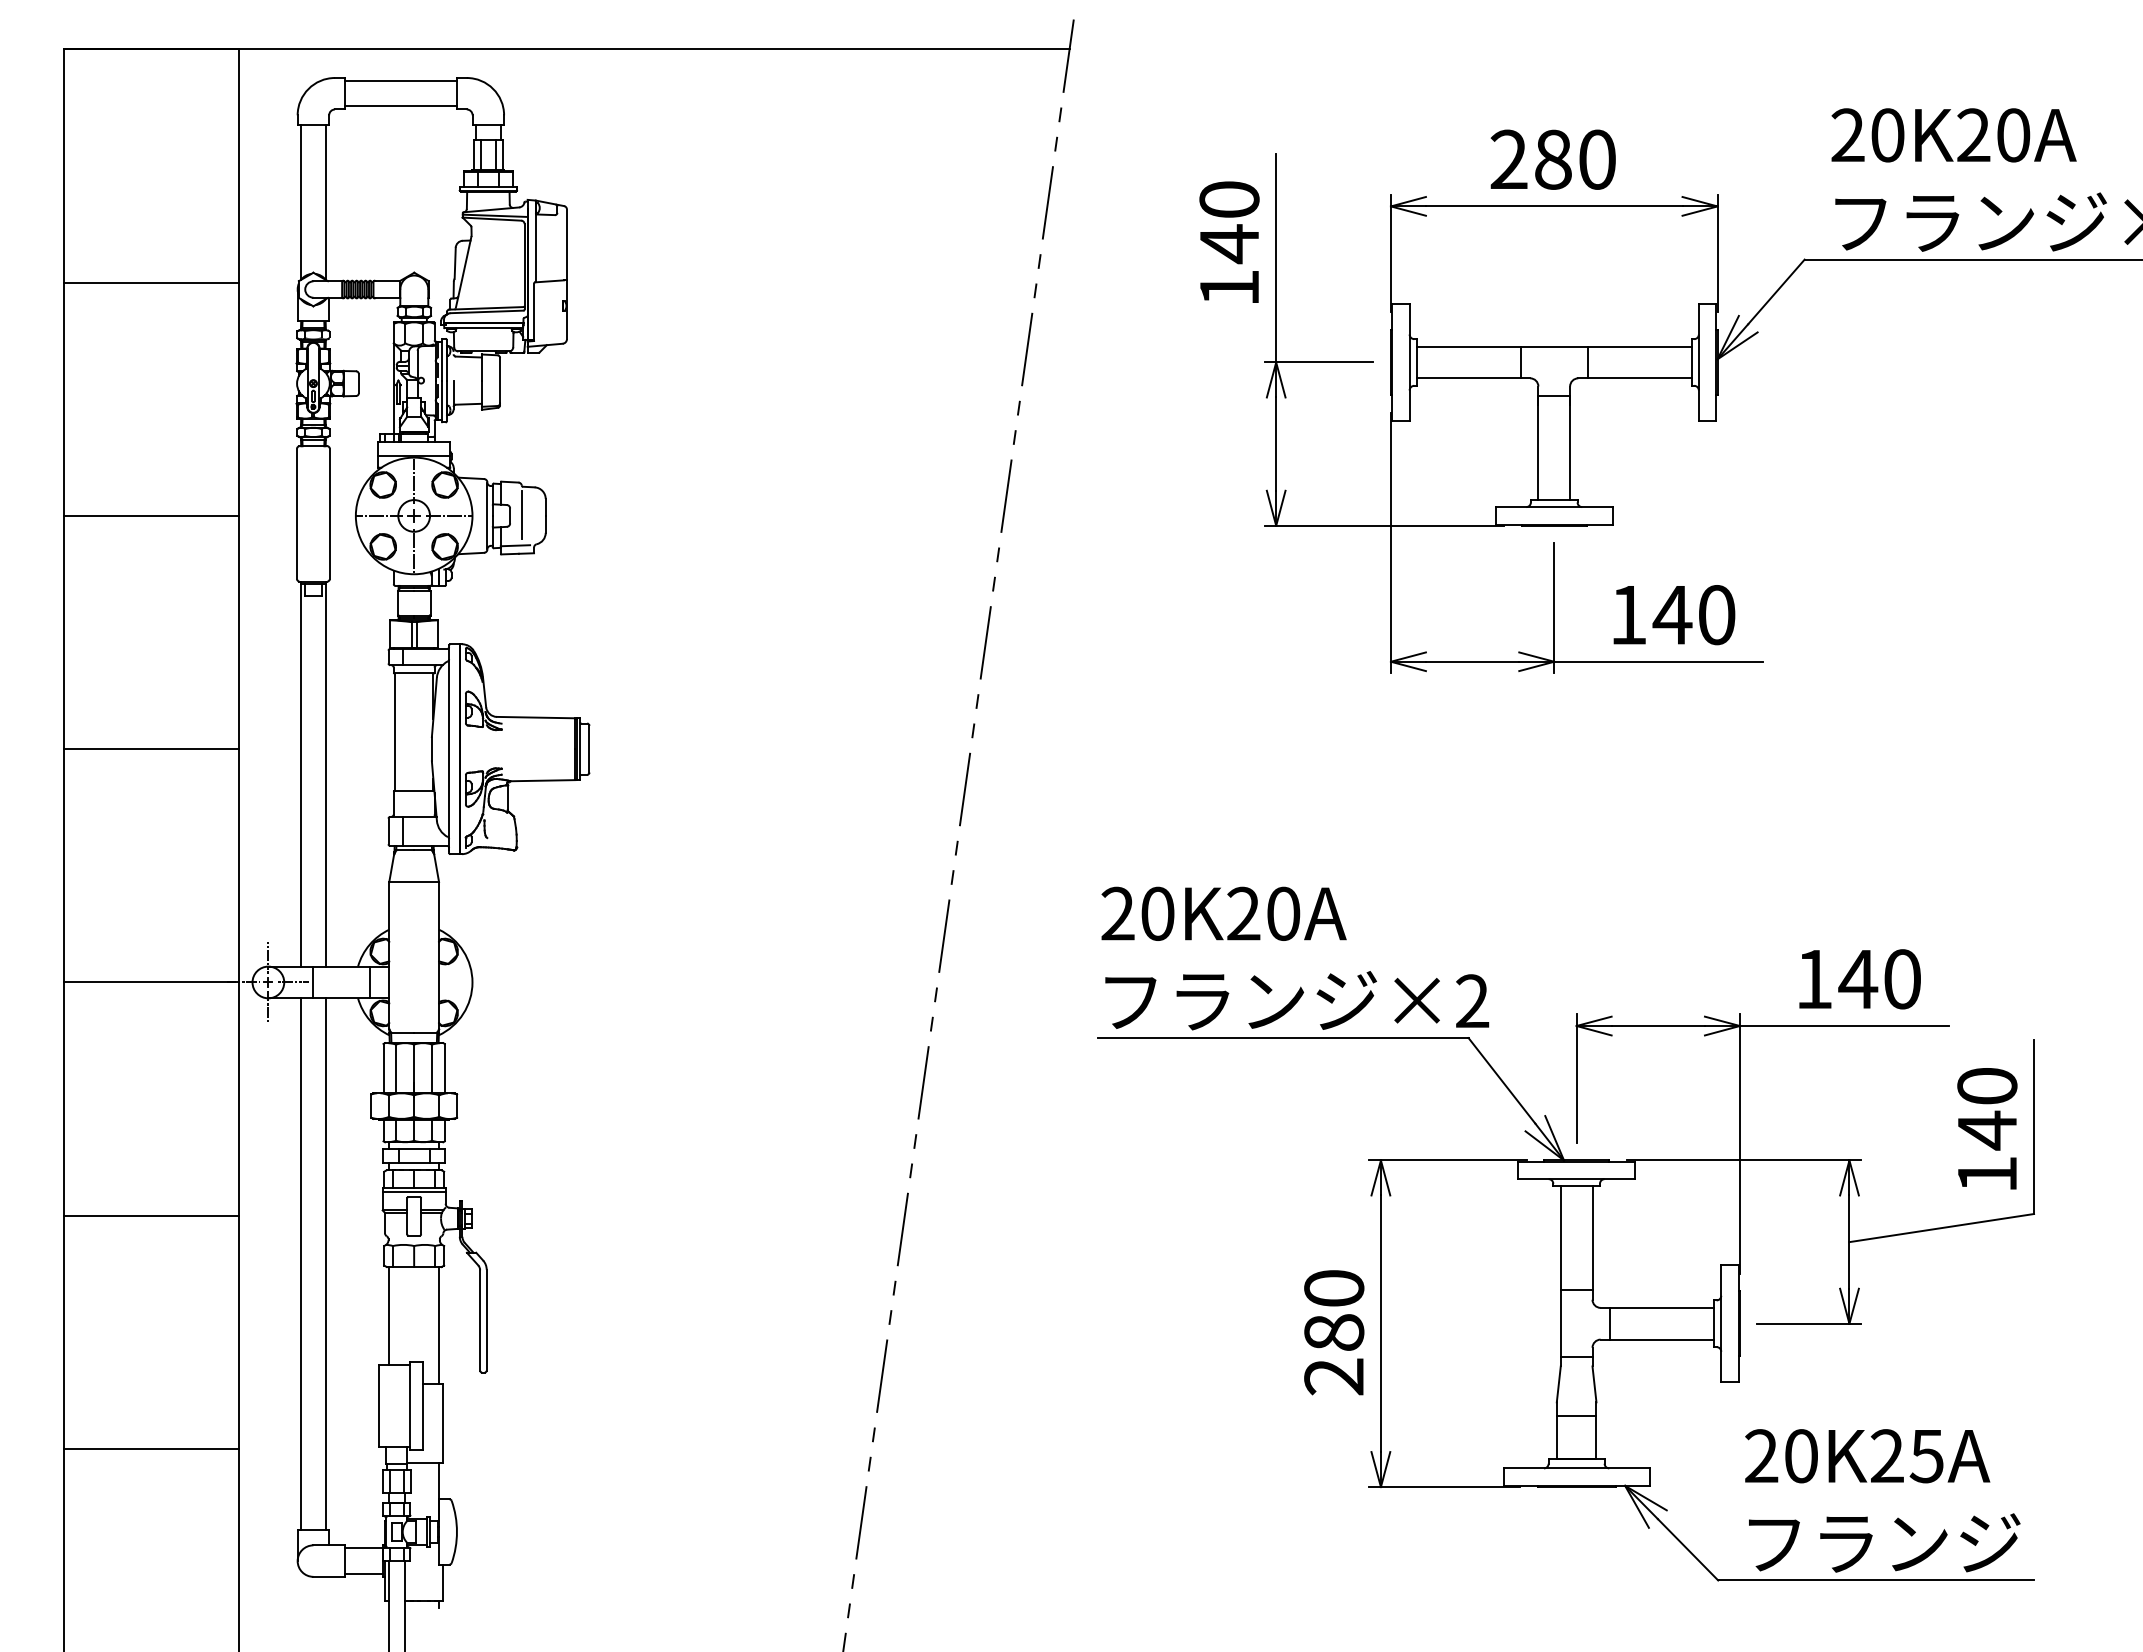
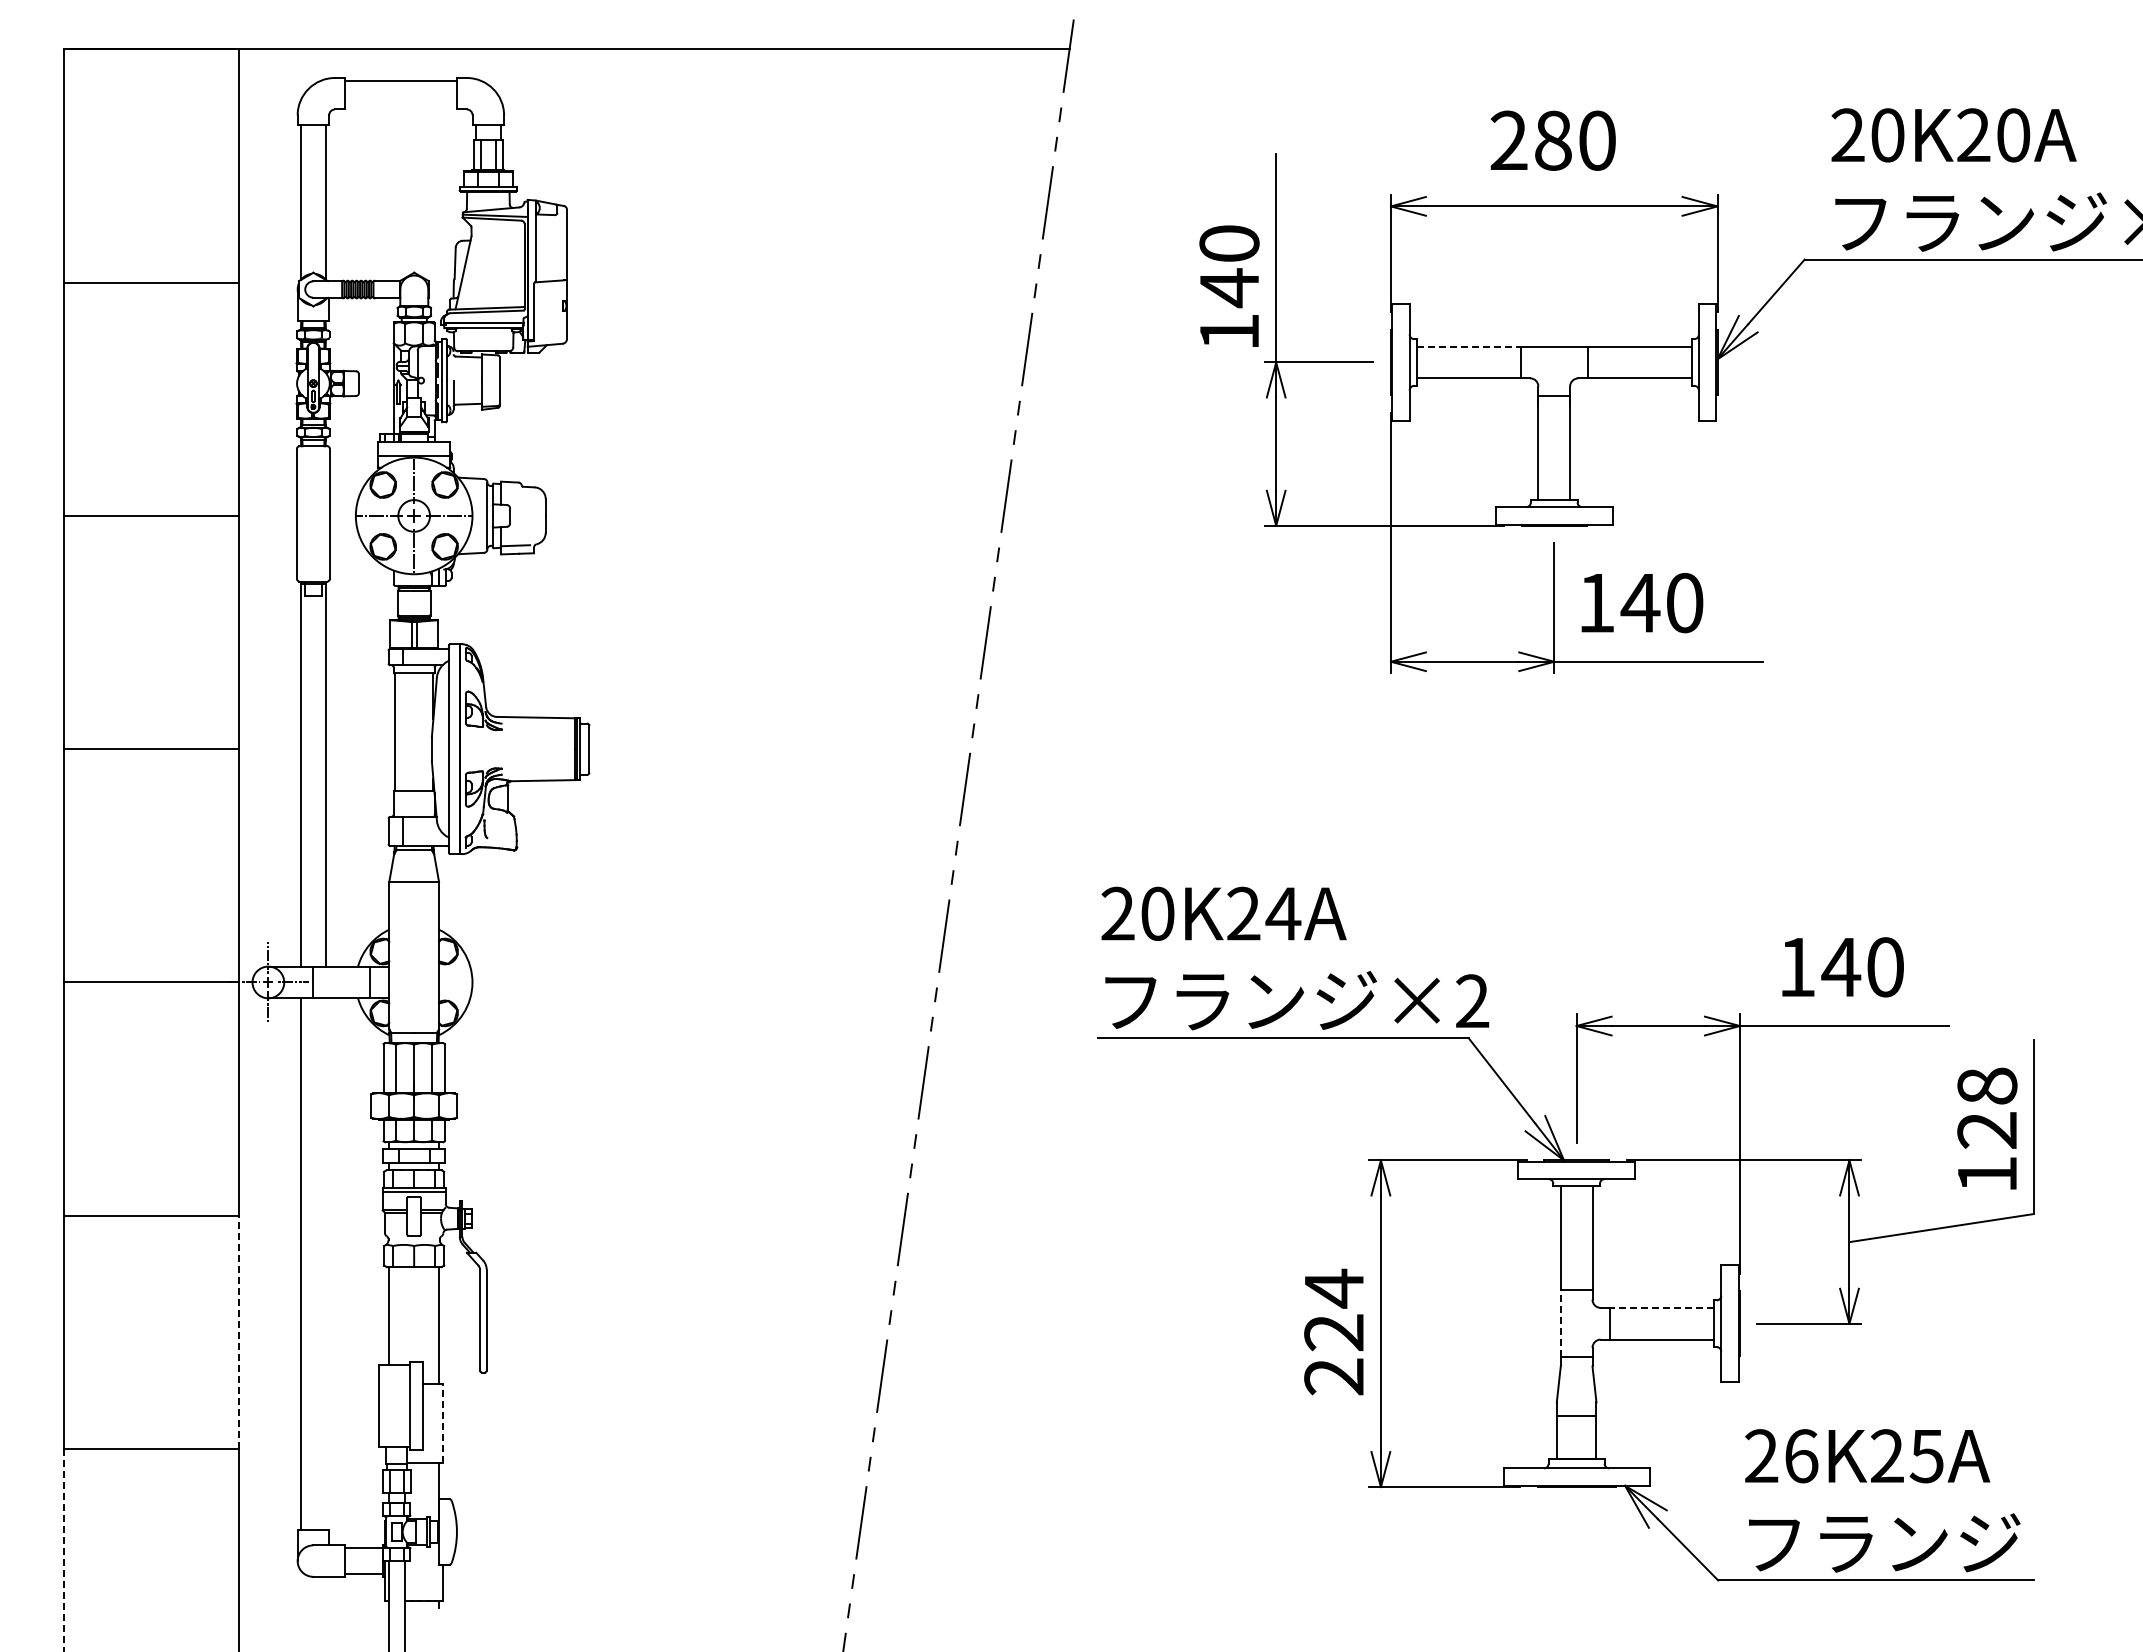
line at (400, 106): present -> none
text at (1552, 159) position: (1552, 159) -> (1552, 140)
text at (1229, 241) position: (1229, 241) -> (1229, 285)
line at (1469, 346): solid -> dashed
line at (521, 514): present -> none
text at (1674, 615) position: (1674, 615) -> (1642, 603)
text at (1283, 913): 20K20A -> 20K24A
text at (1859, 979) position: (1859, 979) -> (1842, 967)
text at (1987, 1108): 140 -> 128
line at (326, 1263): present -> none
line at (1661, 1307): solid -> dashed
text at (1334, 1309): 280 -> 224
line at (1560, 1323): solid -> dashed
line at (239, 1332): solid -> dashed
line at (443, 1423): solid -> dashed
text at (1801, 1456): 20K25A -> 26K25A
line at (64, 1550): solid -> dashed
